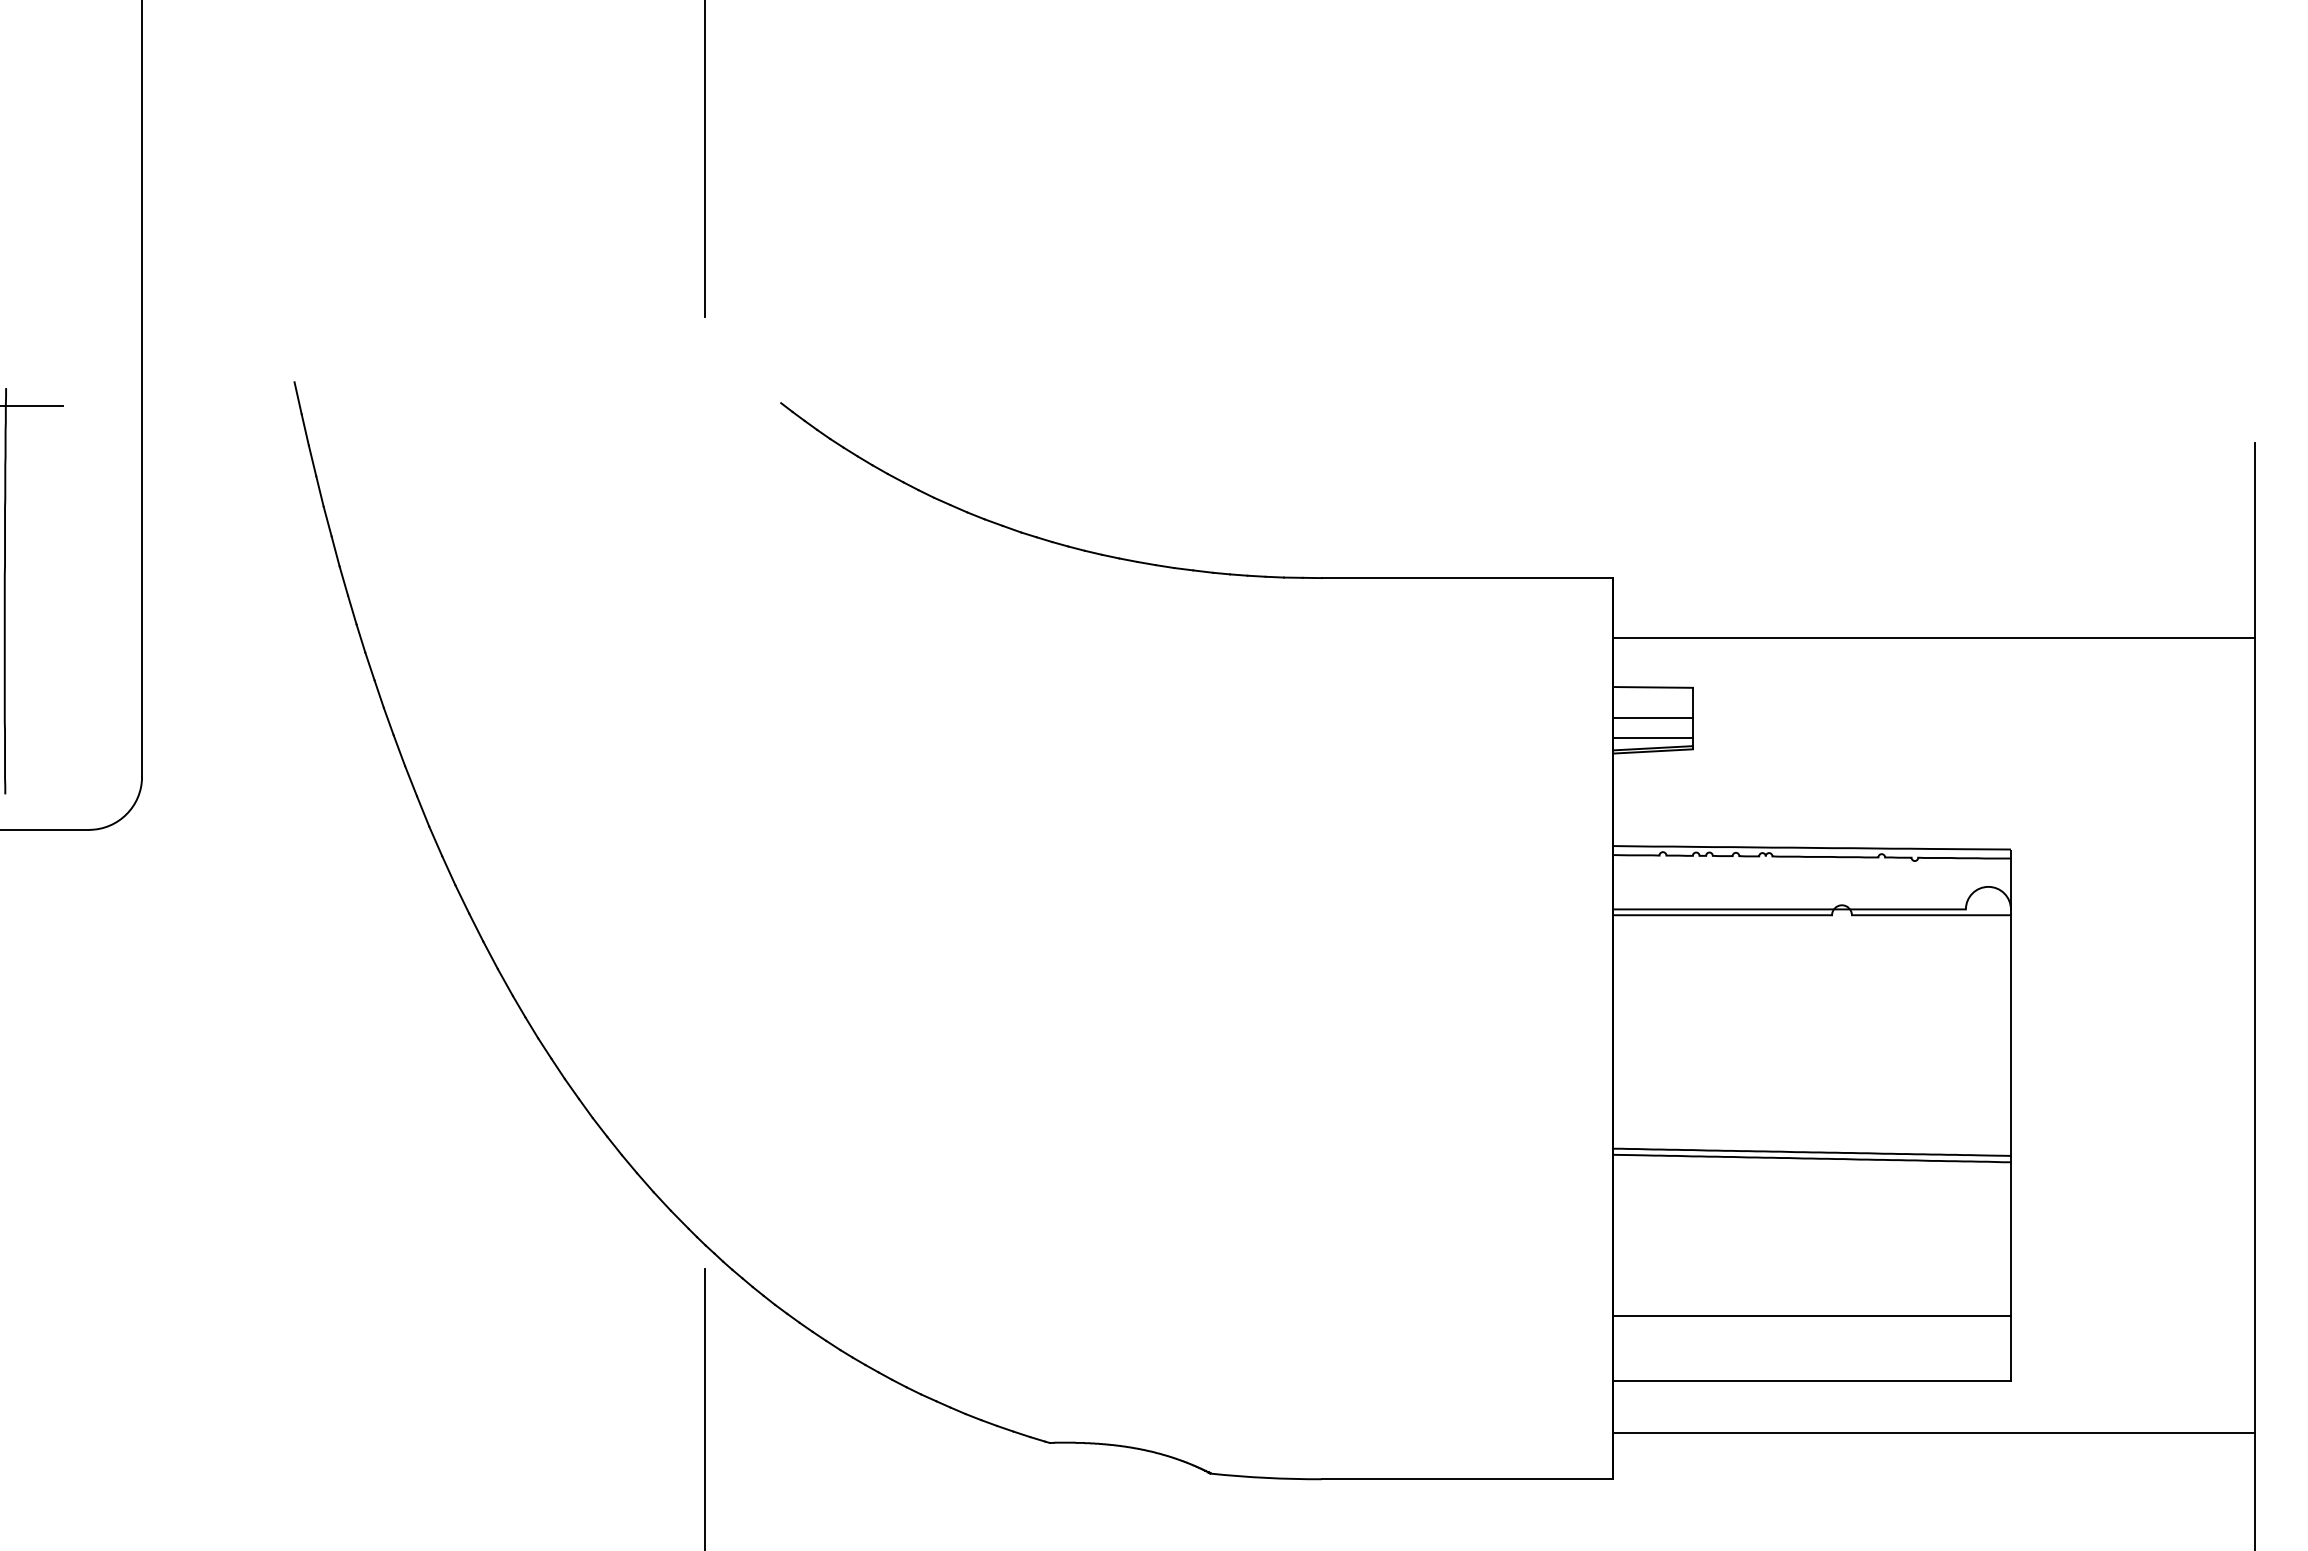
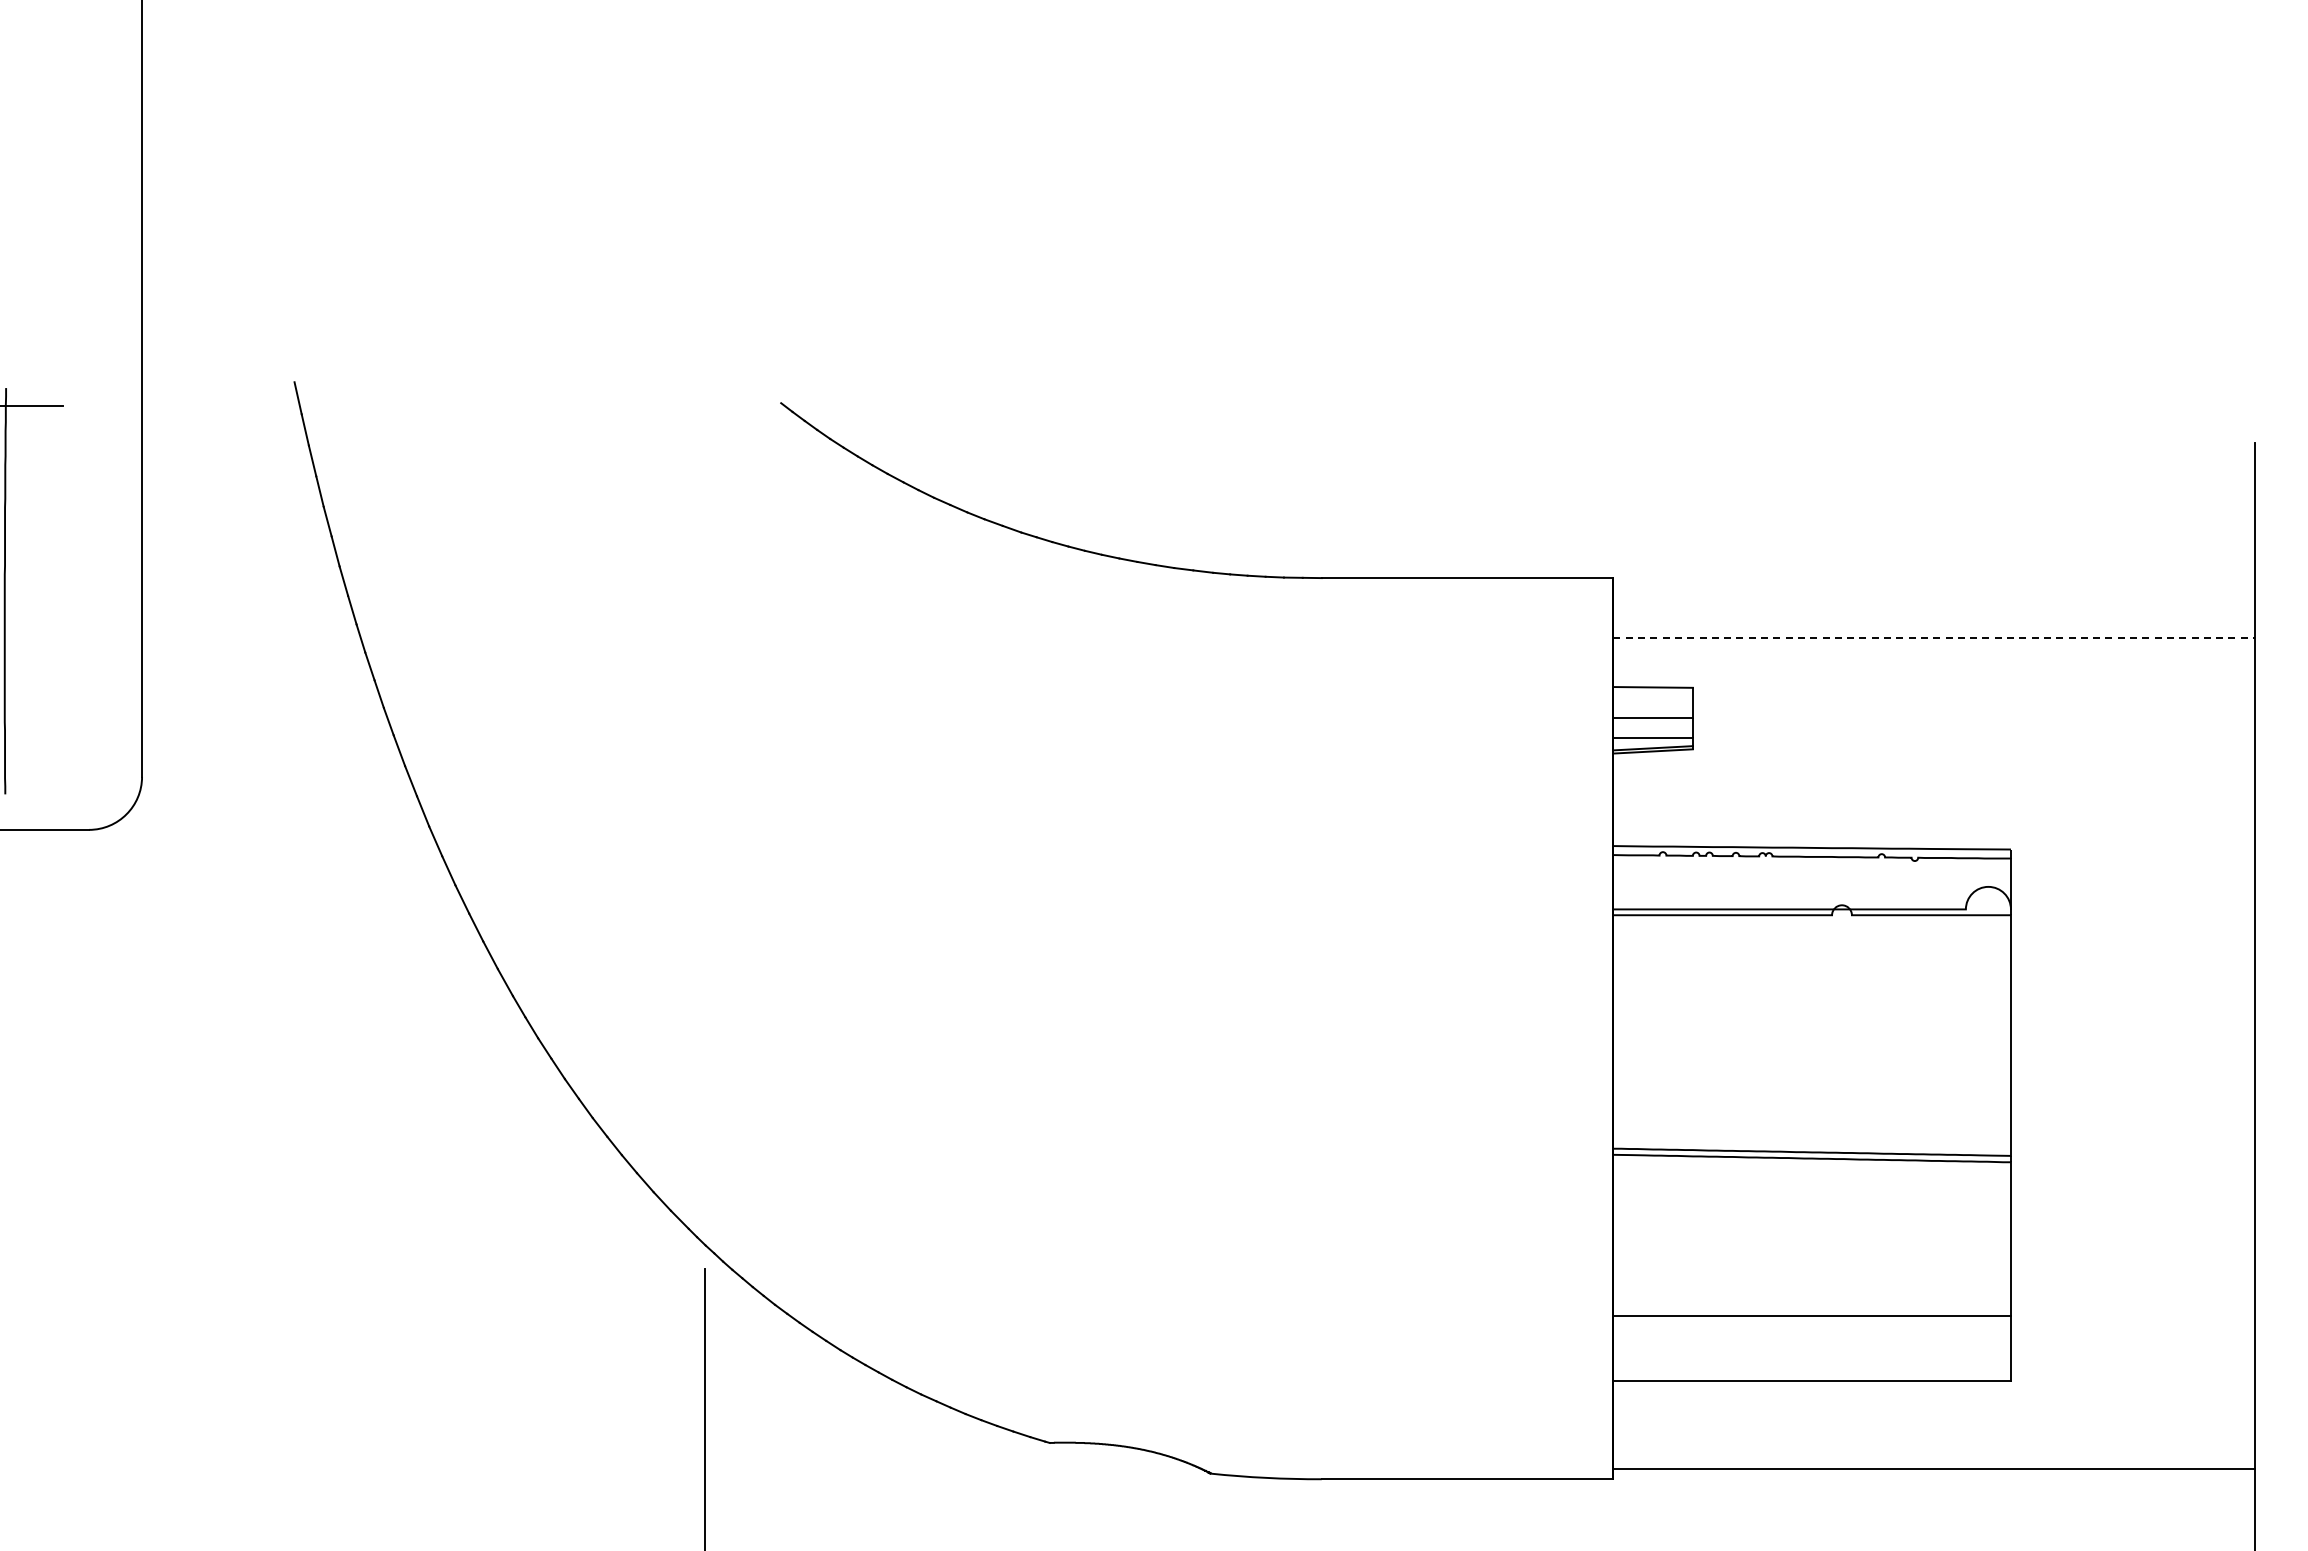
line at (704, 159): present -> none
line at (1934, 637): solid -> dashed
line at (1934, 1432) position: (1934, 1432) -> (1934, 1468)
